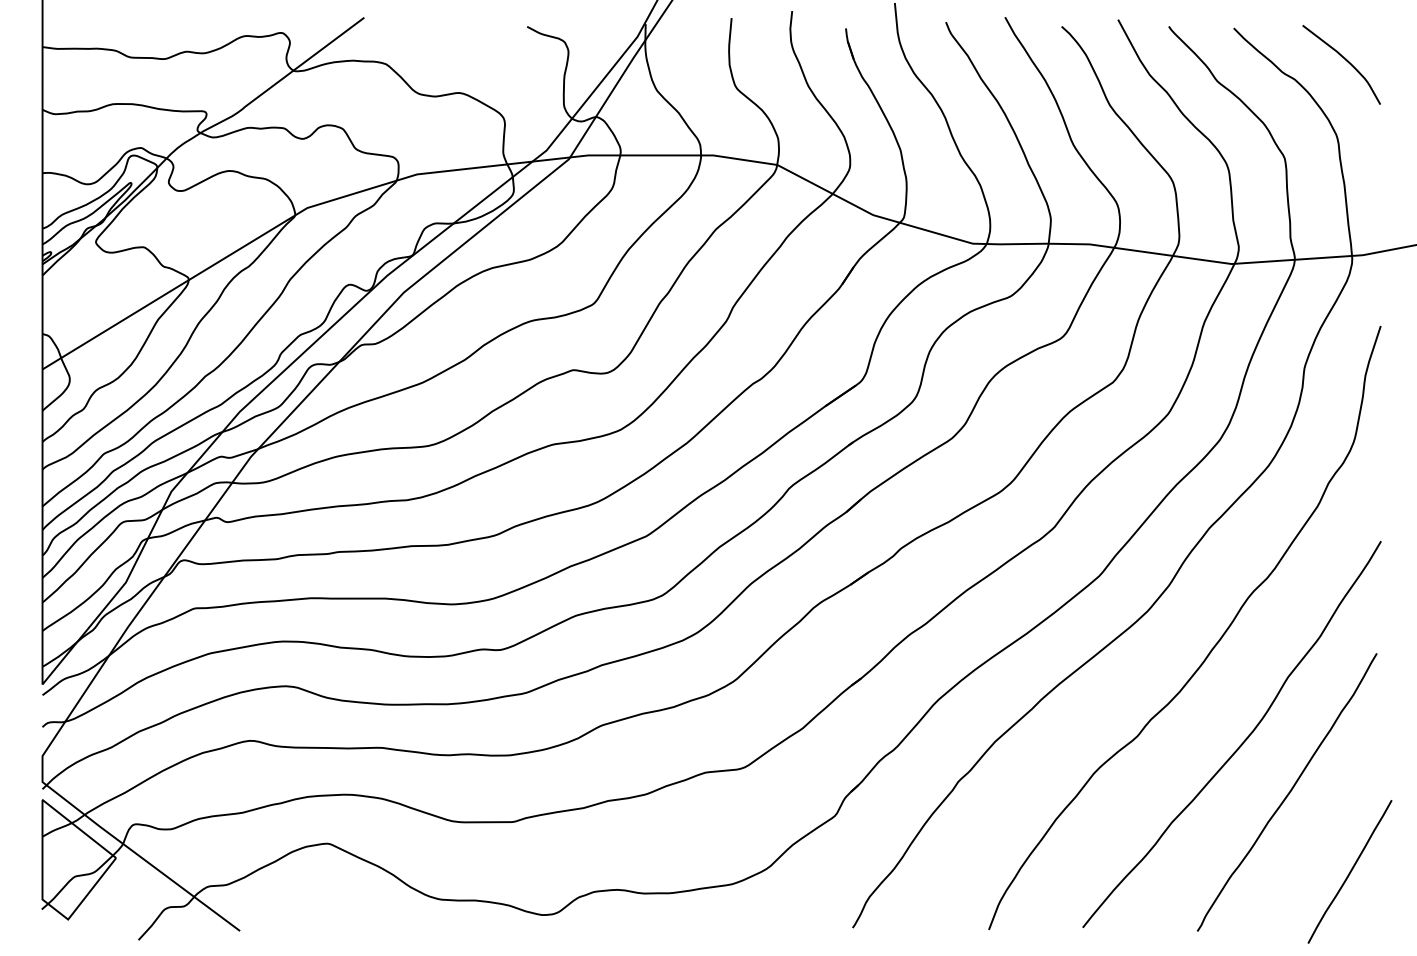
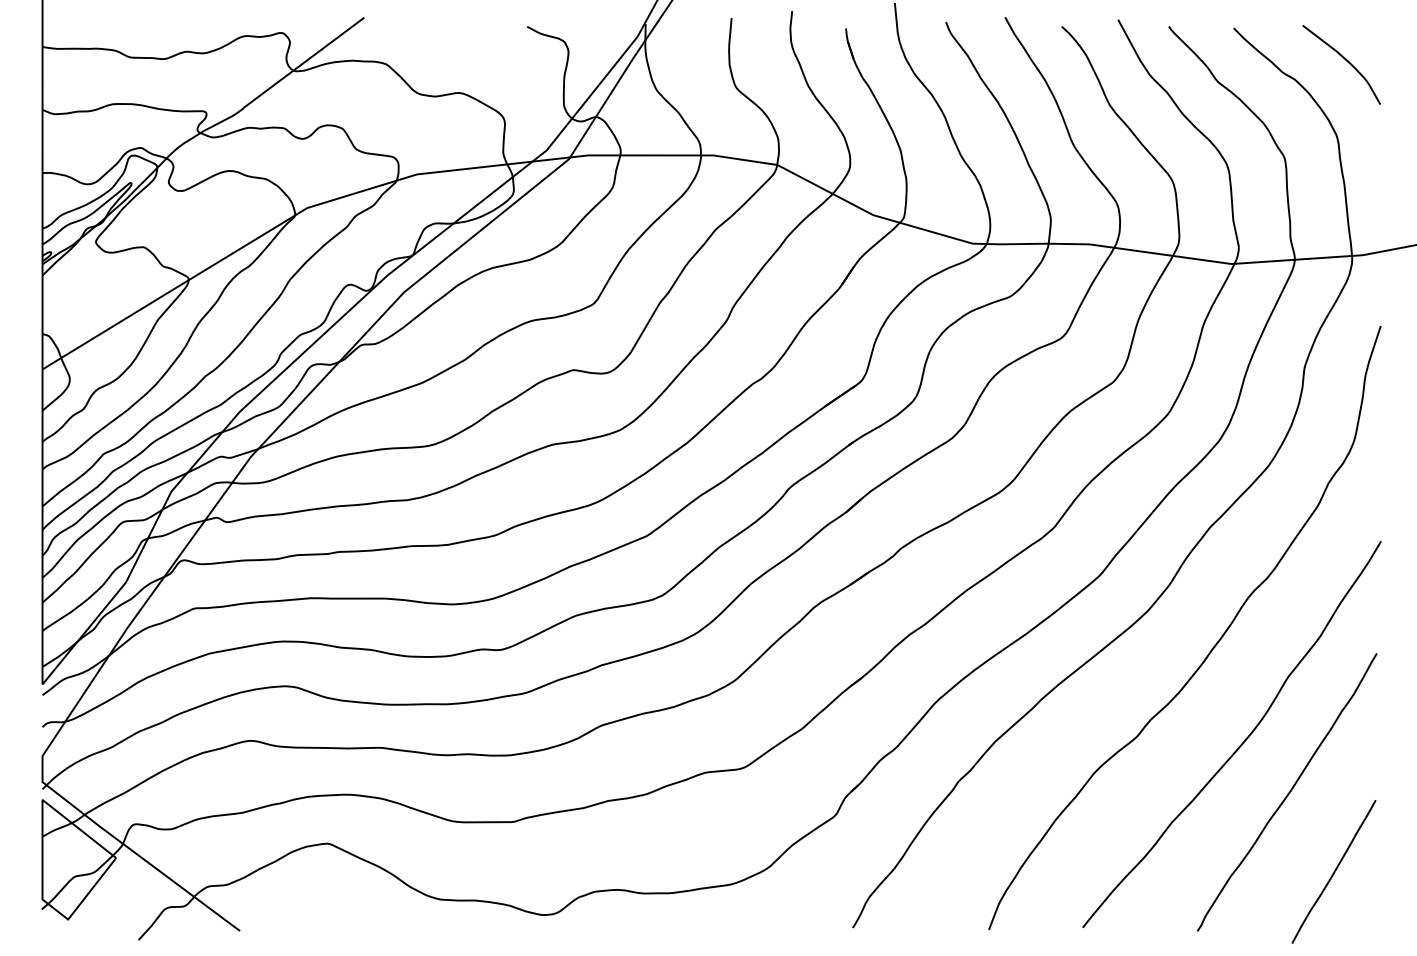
curve at (1349, 871) position: (1349, 871) -> (1333, 871)
